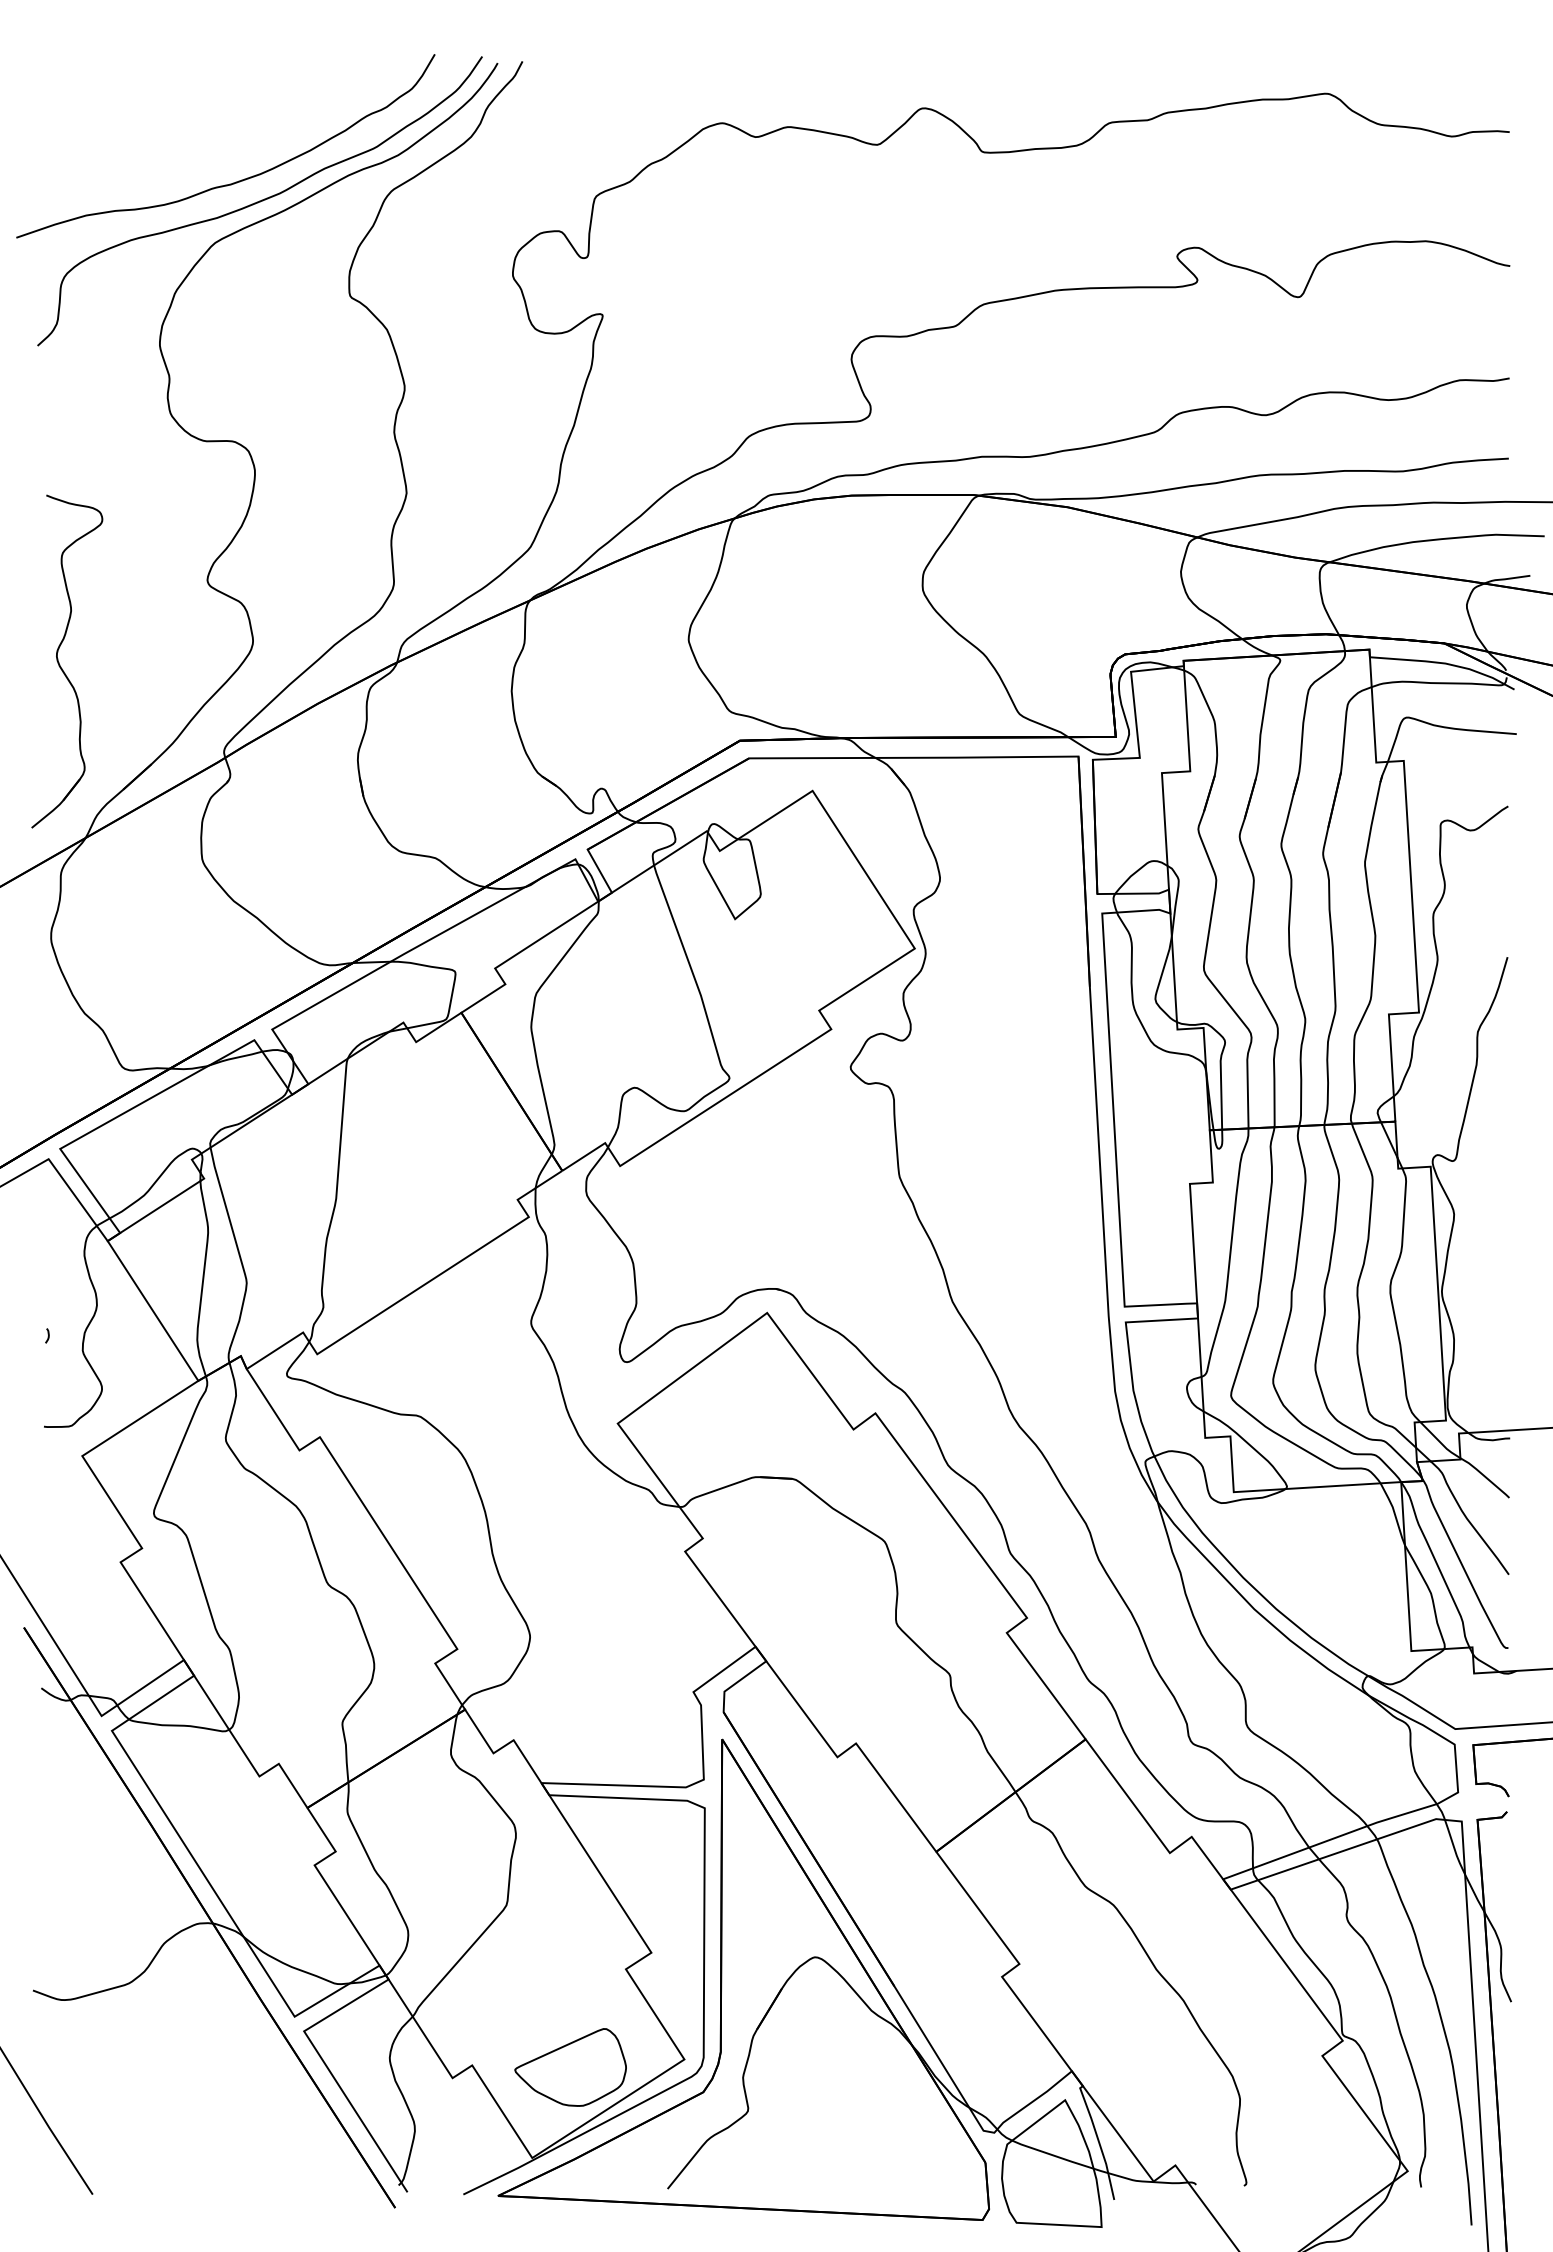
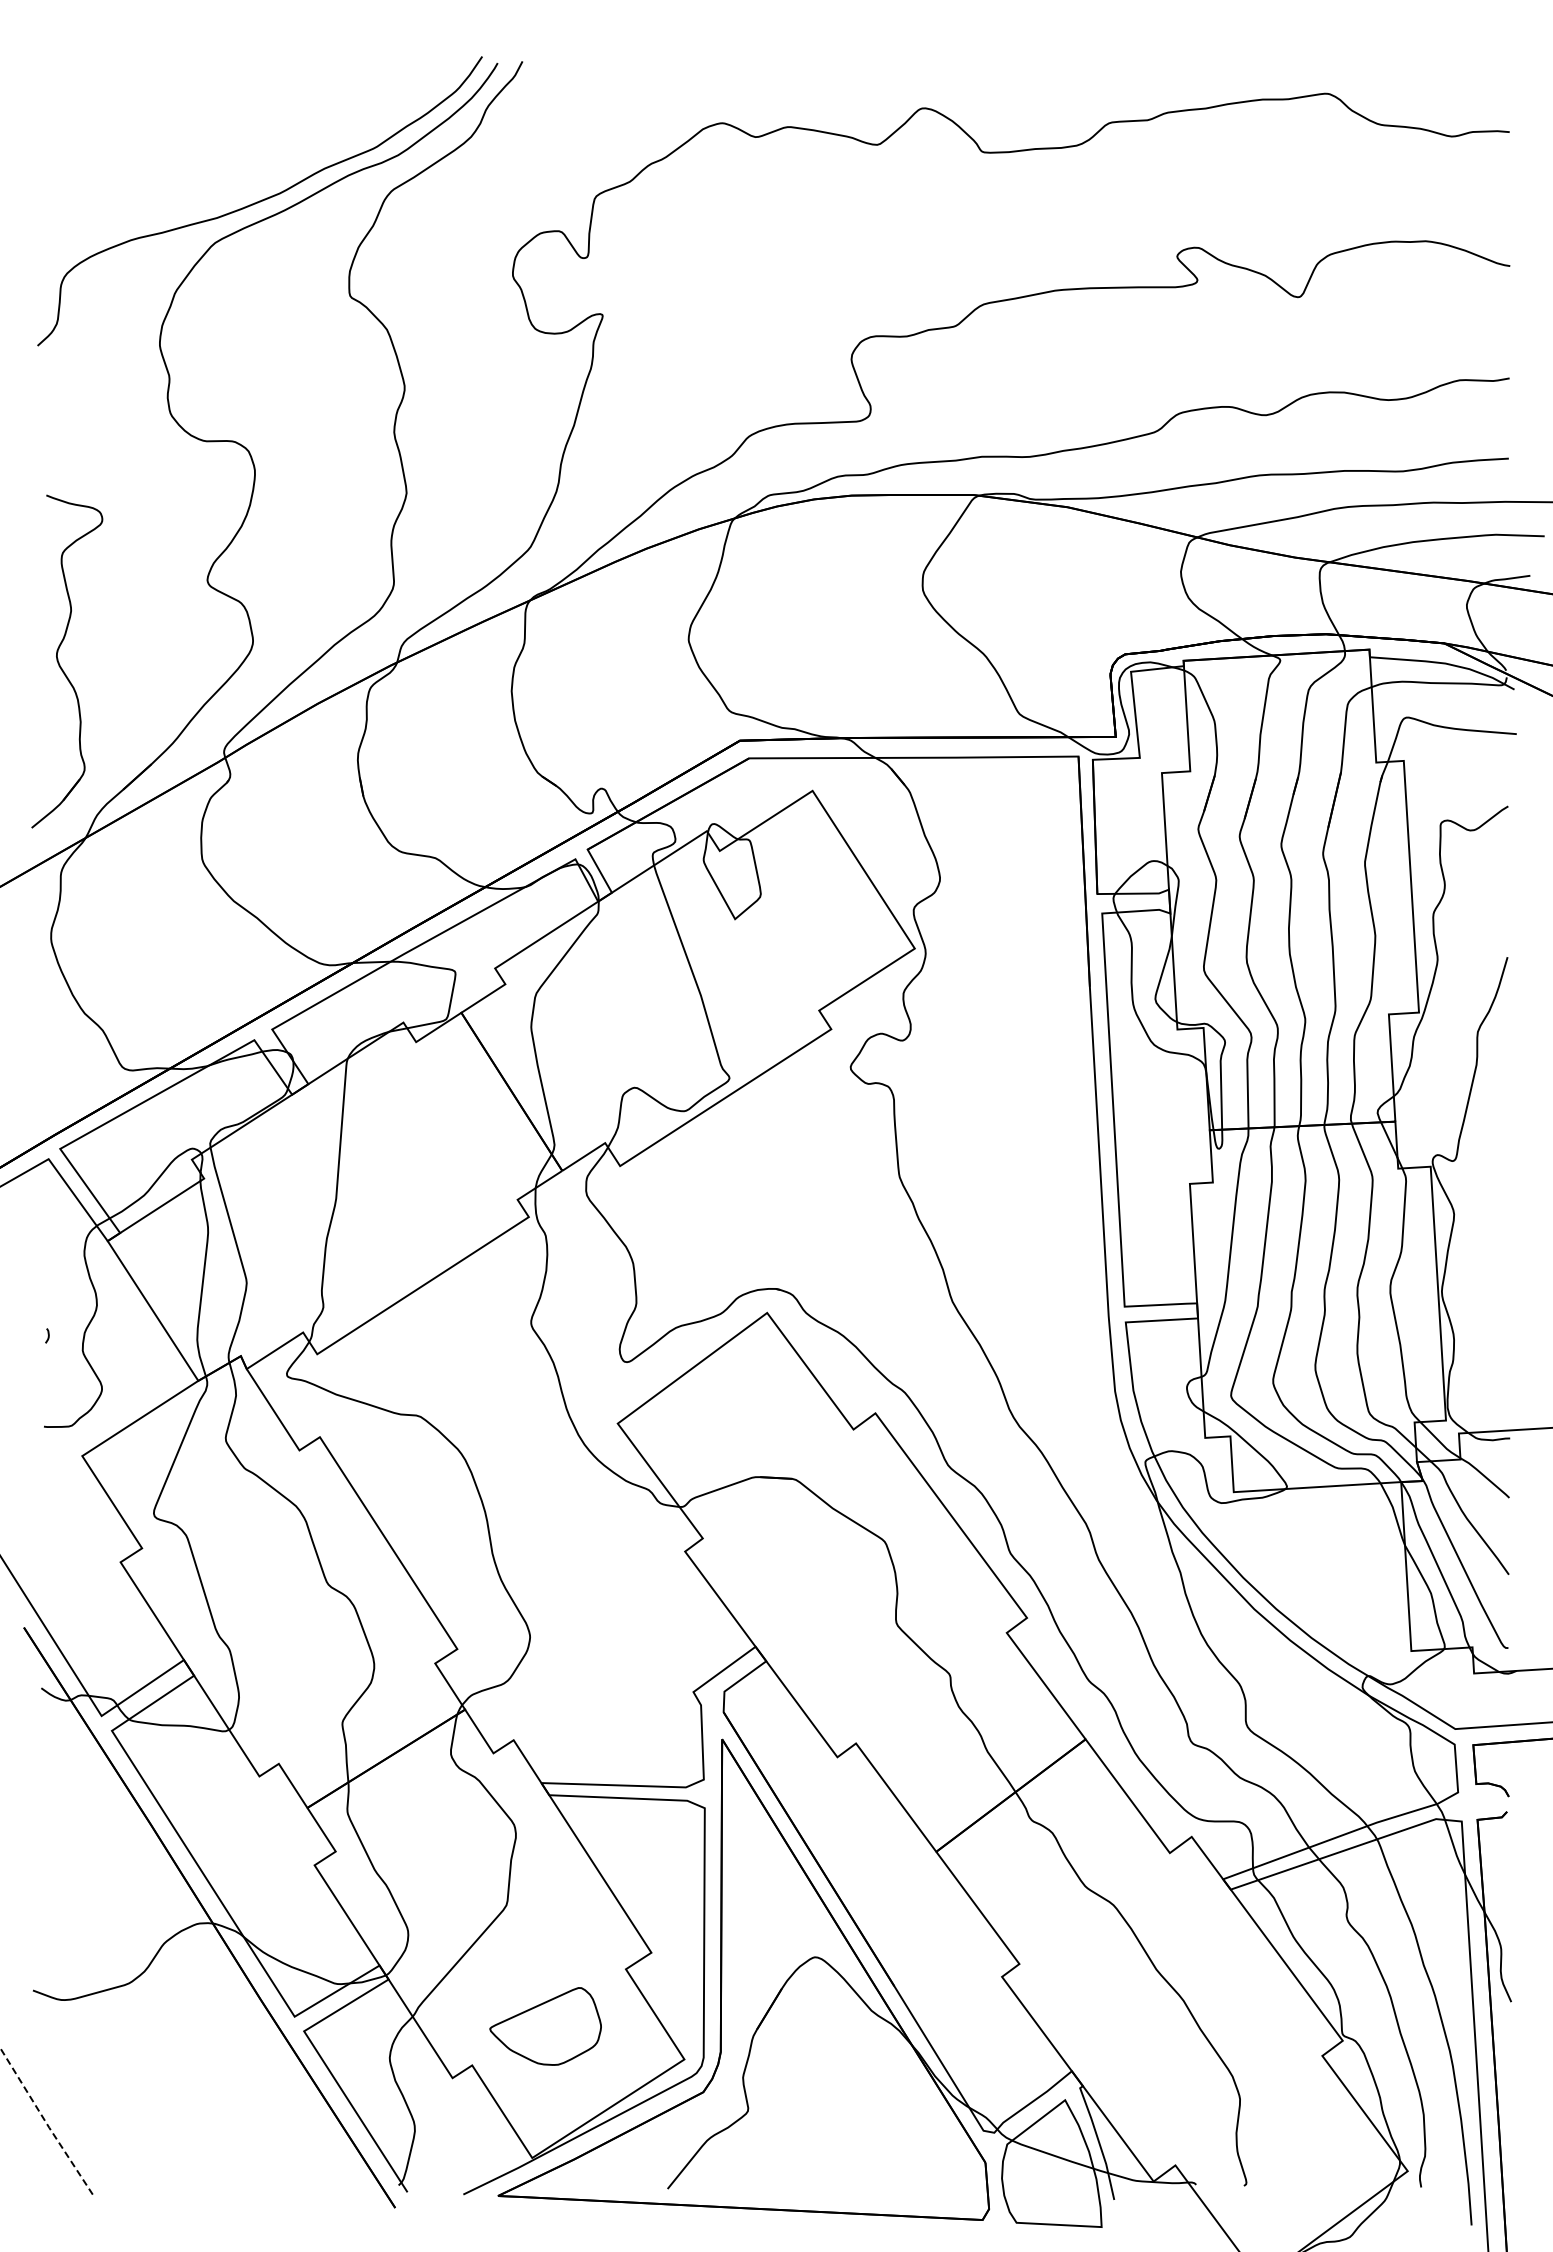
curve at (238, 180): present -> none
part at (570, 2067) position: (570, 2067) -> (545, 2026)
line at (45, 2121): solid -> dashed
